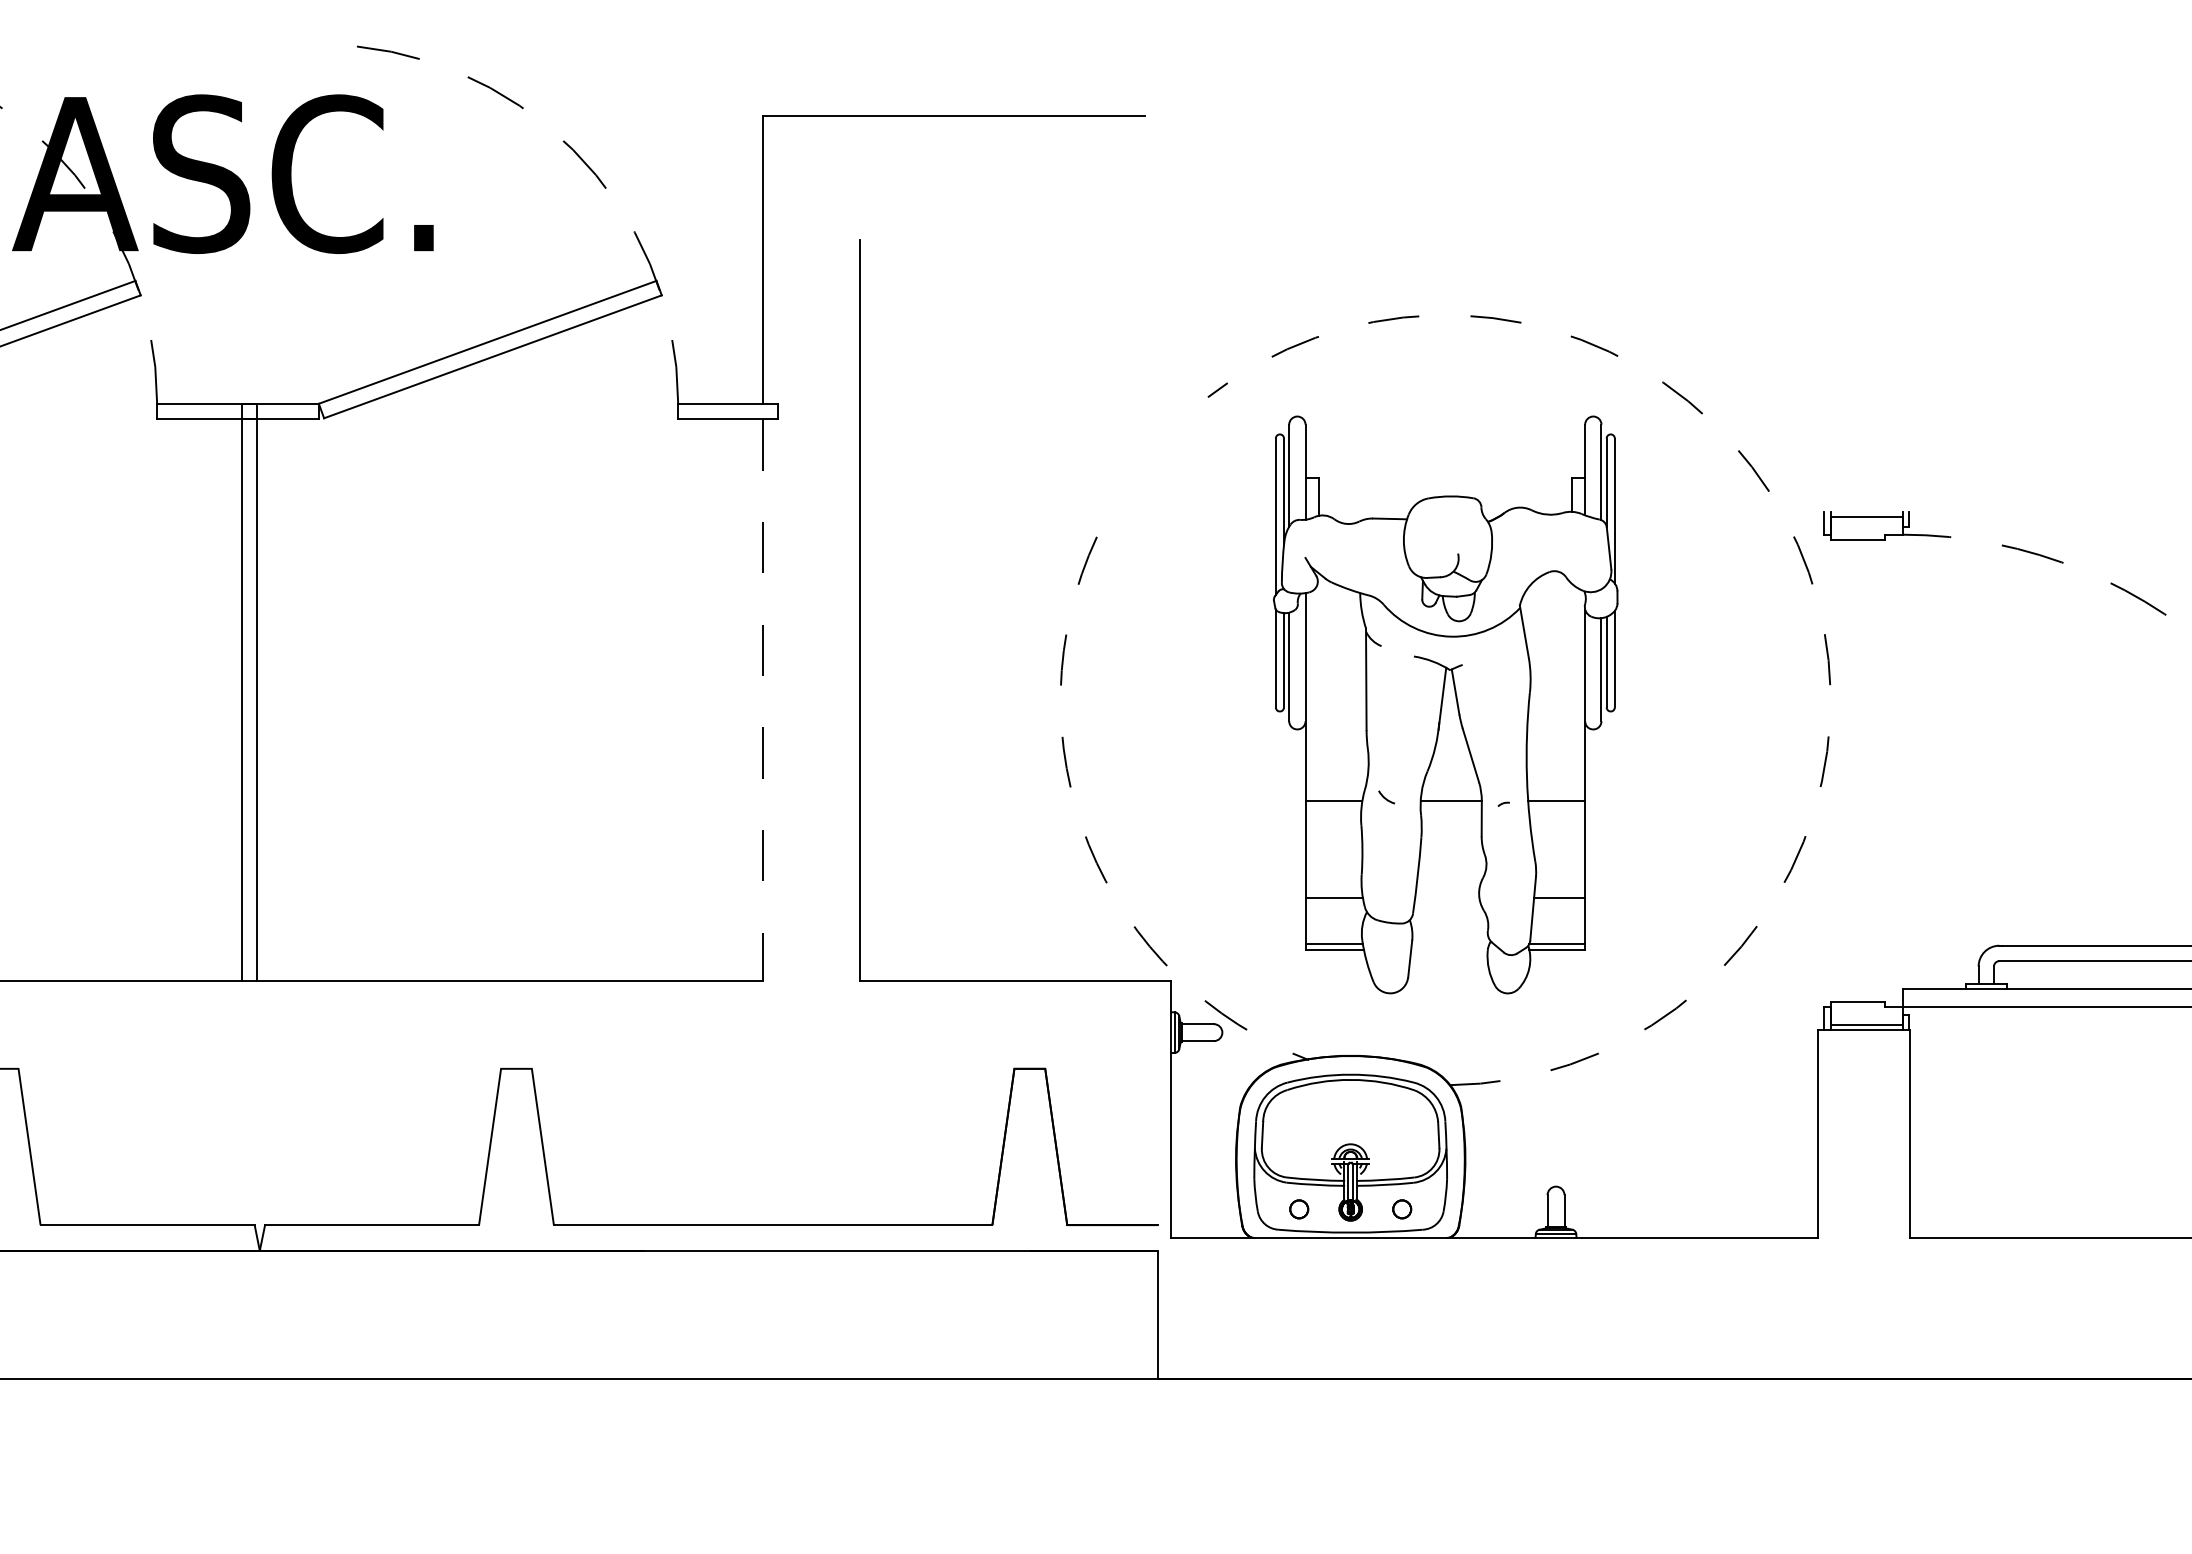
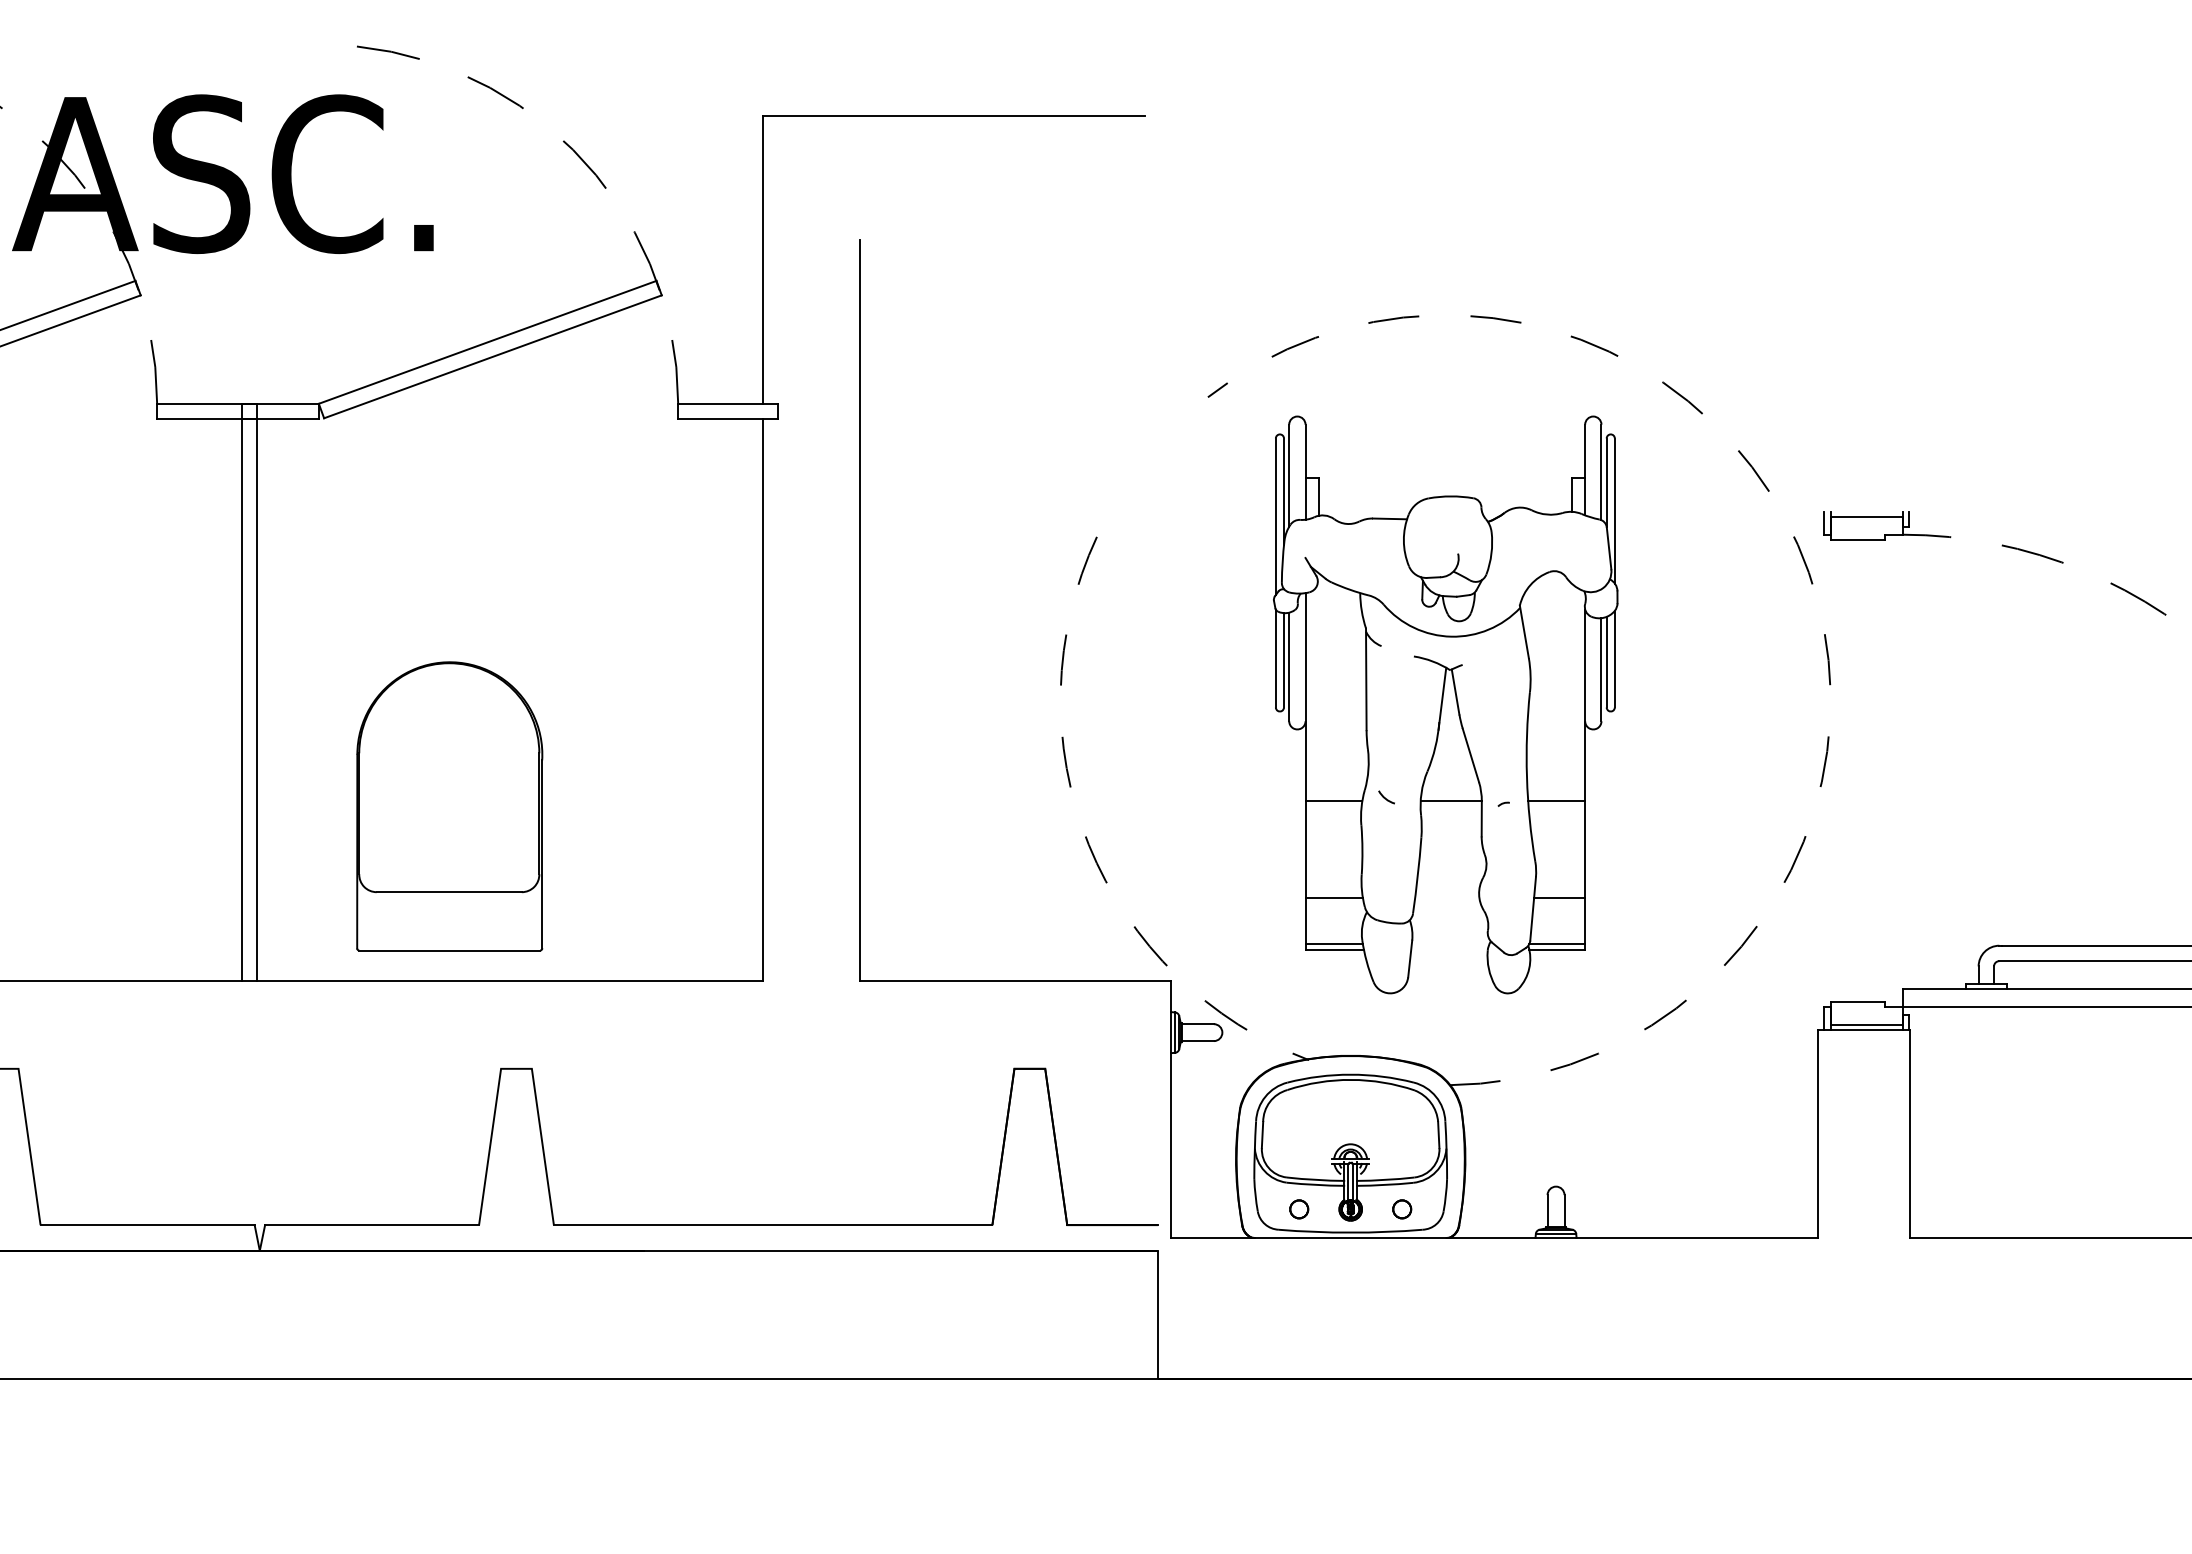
line at (762, 700): dashed -> solid
part at (449, 806): none -> present
